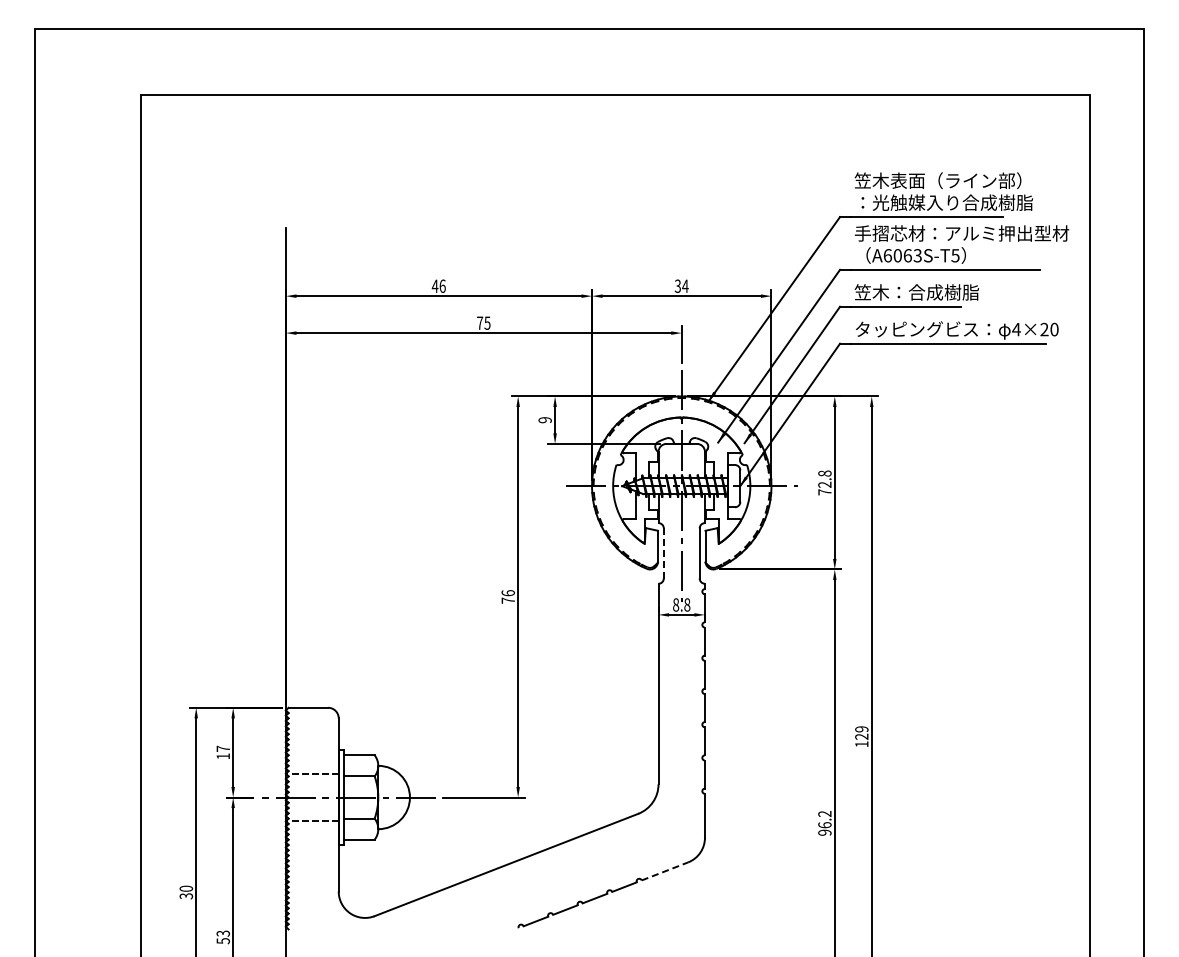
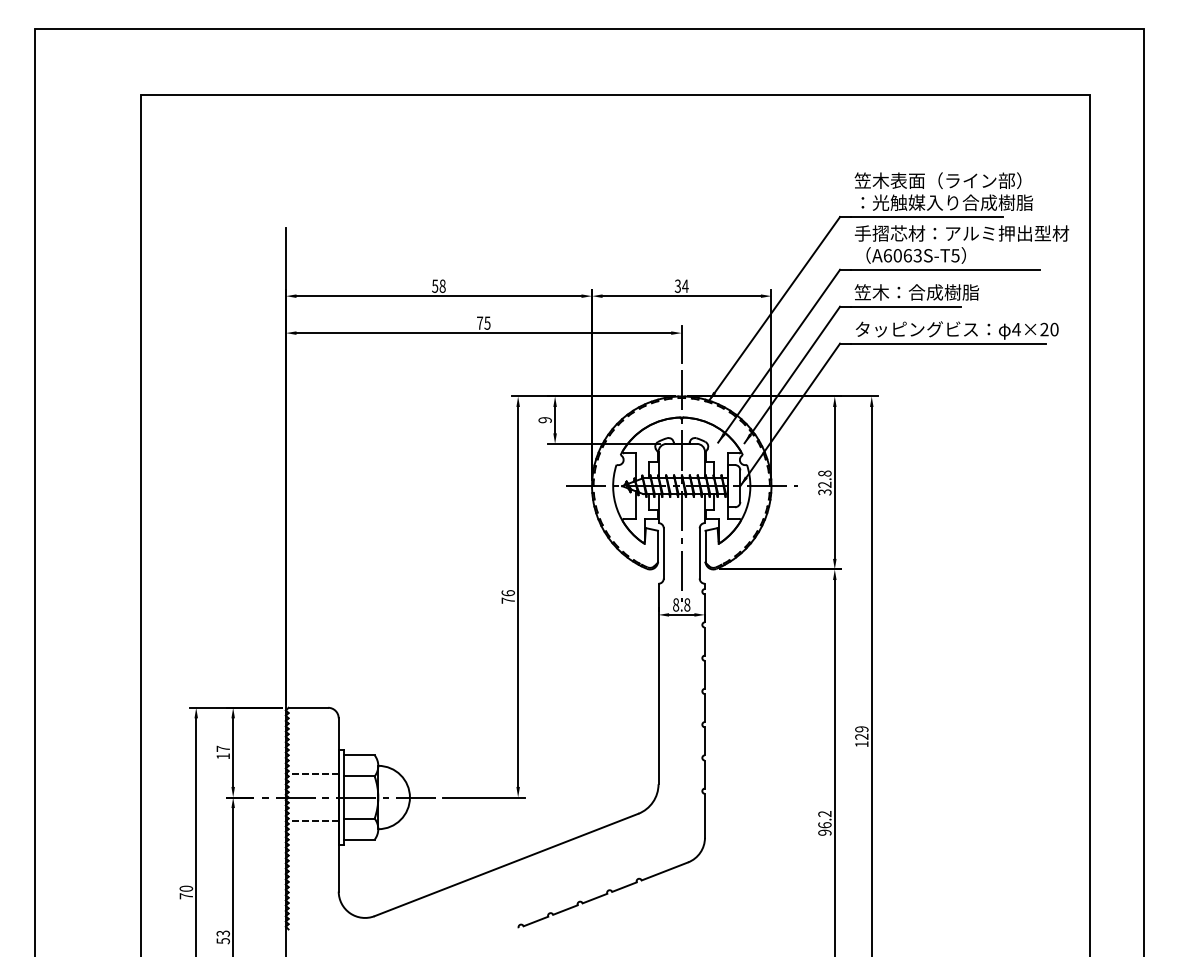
text at (438, 285): 46 -> 58
text at (824, 492): 72.8 -> 32.8
line at (663, 552): dashed -> solid
line at (664, 871): dashed -> solid
text at (186, 896): 30 -> 70
